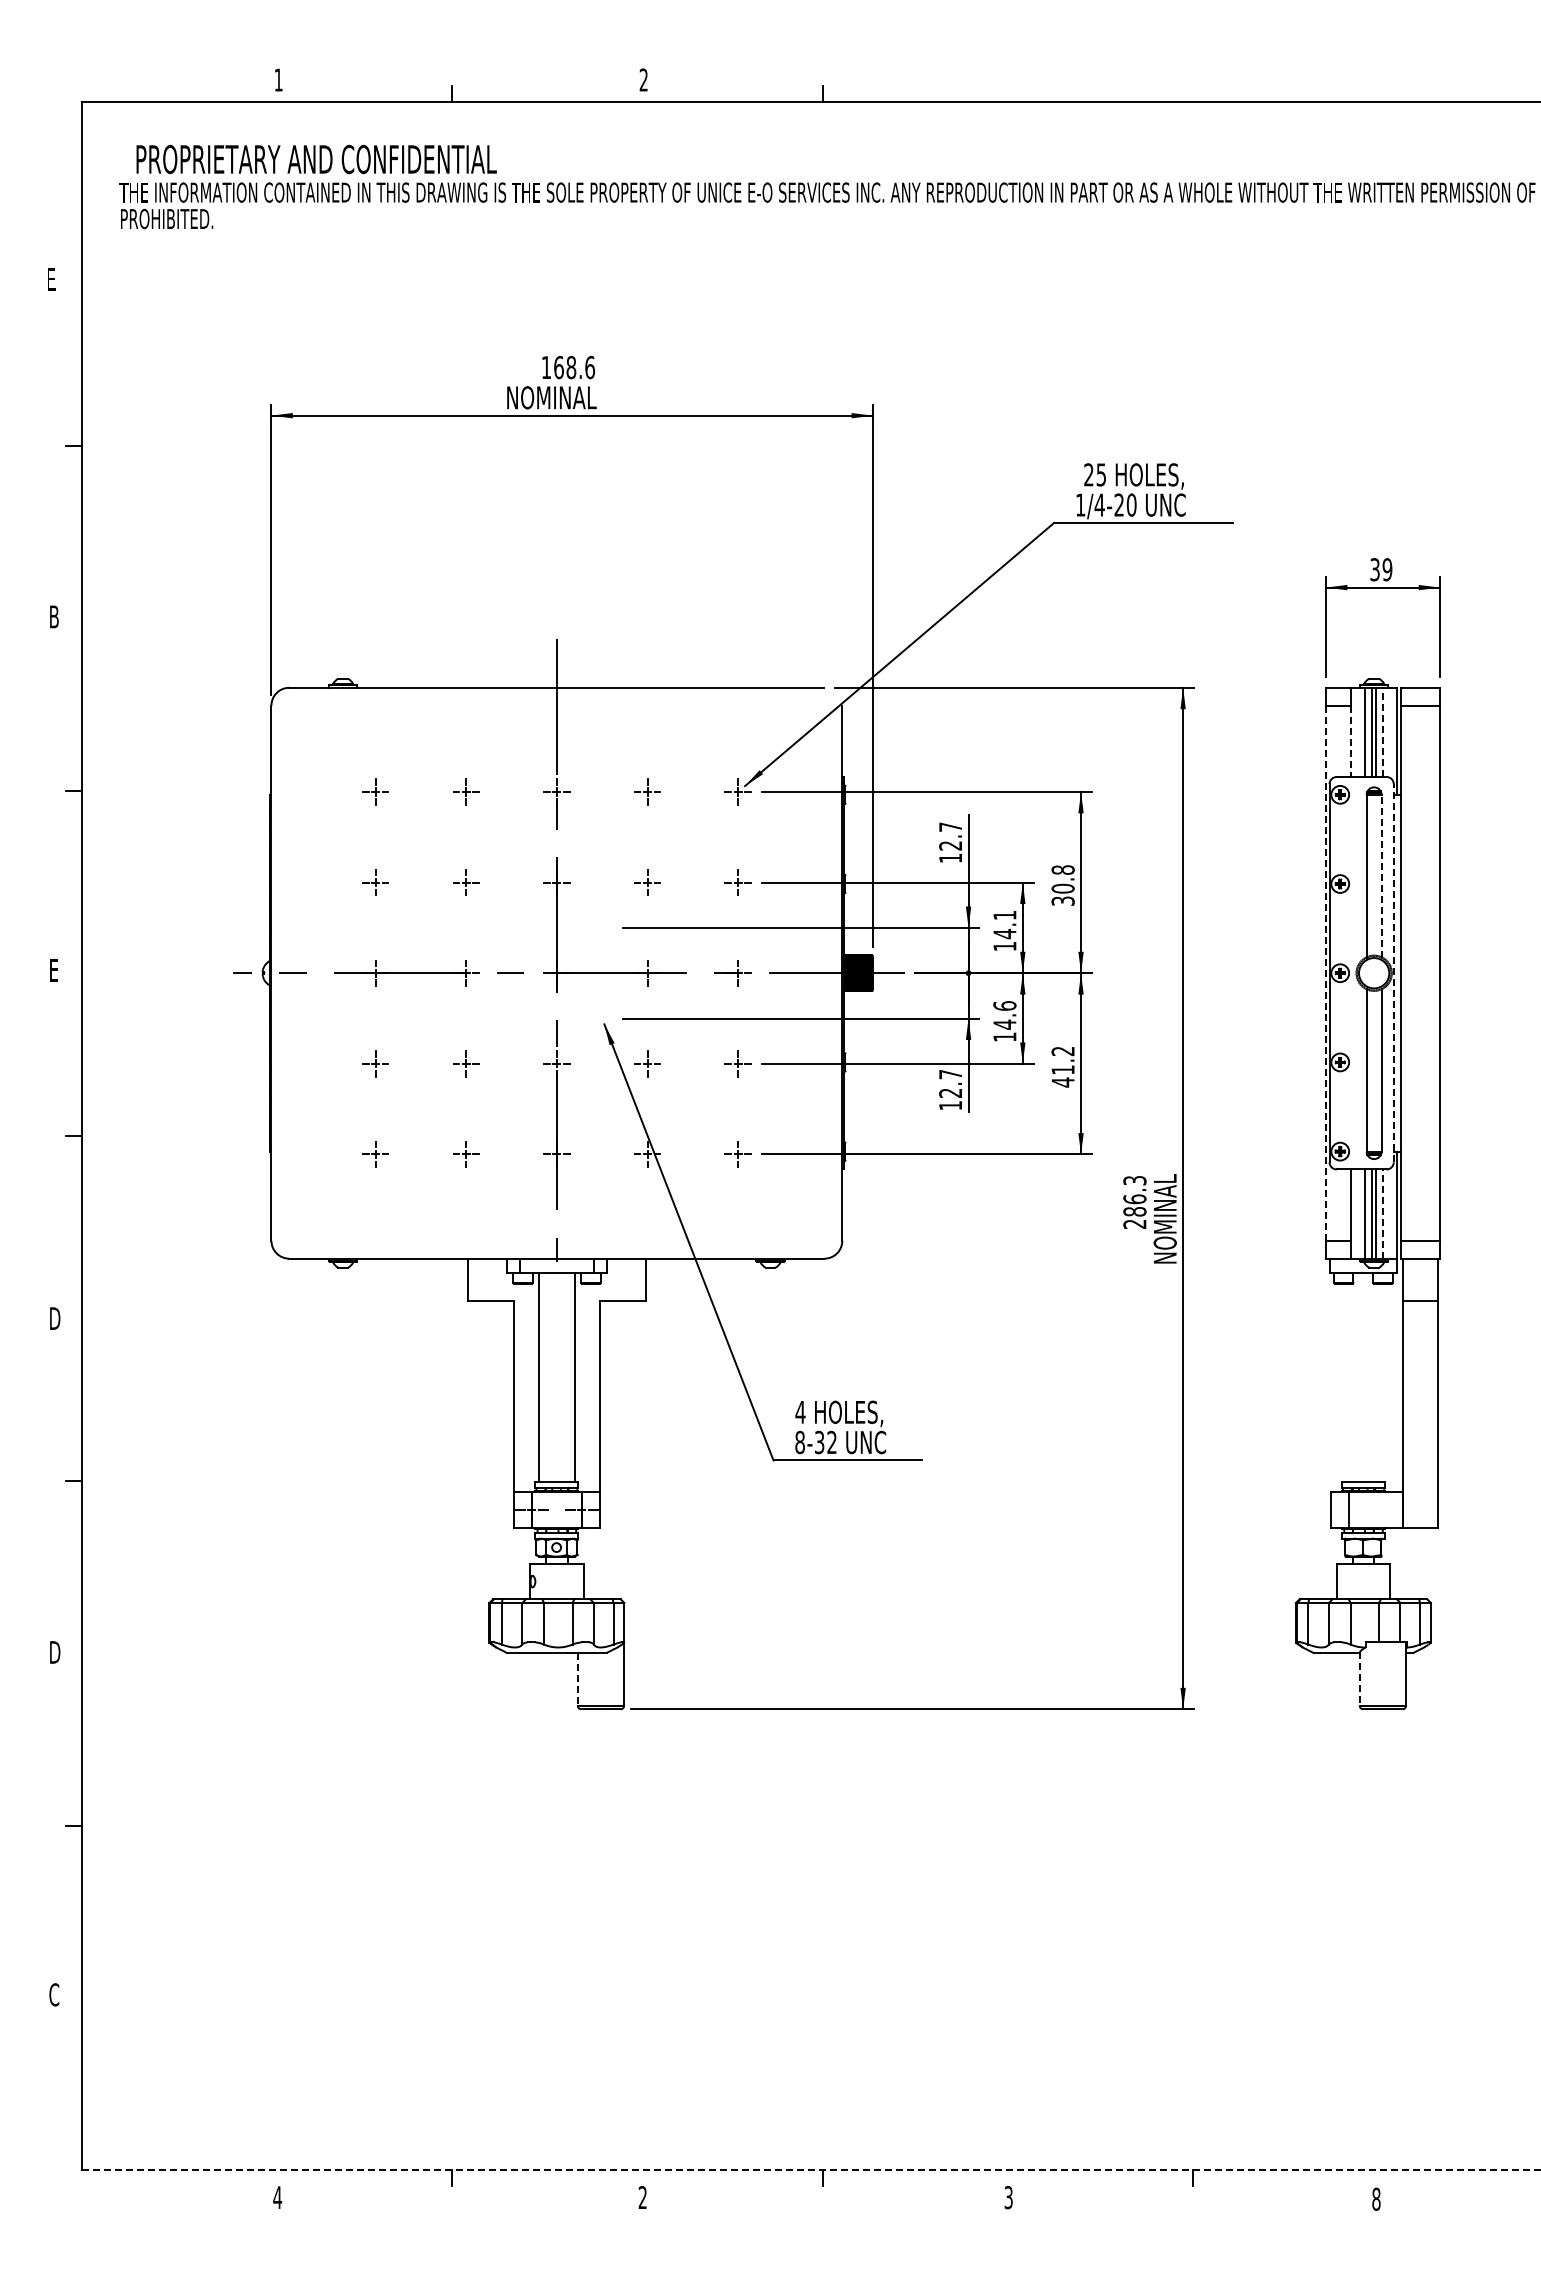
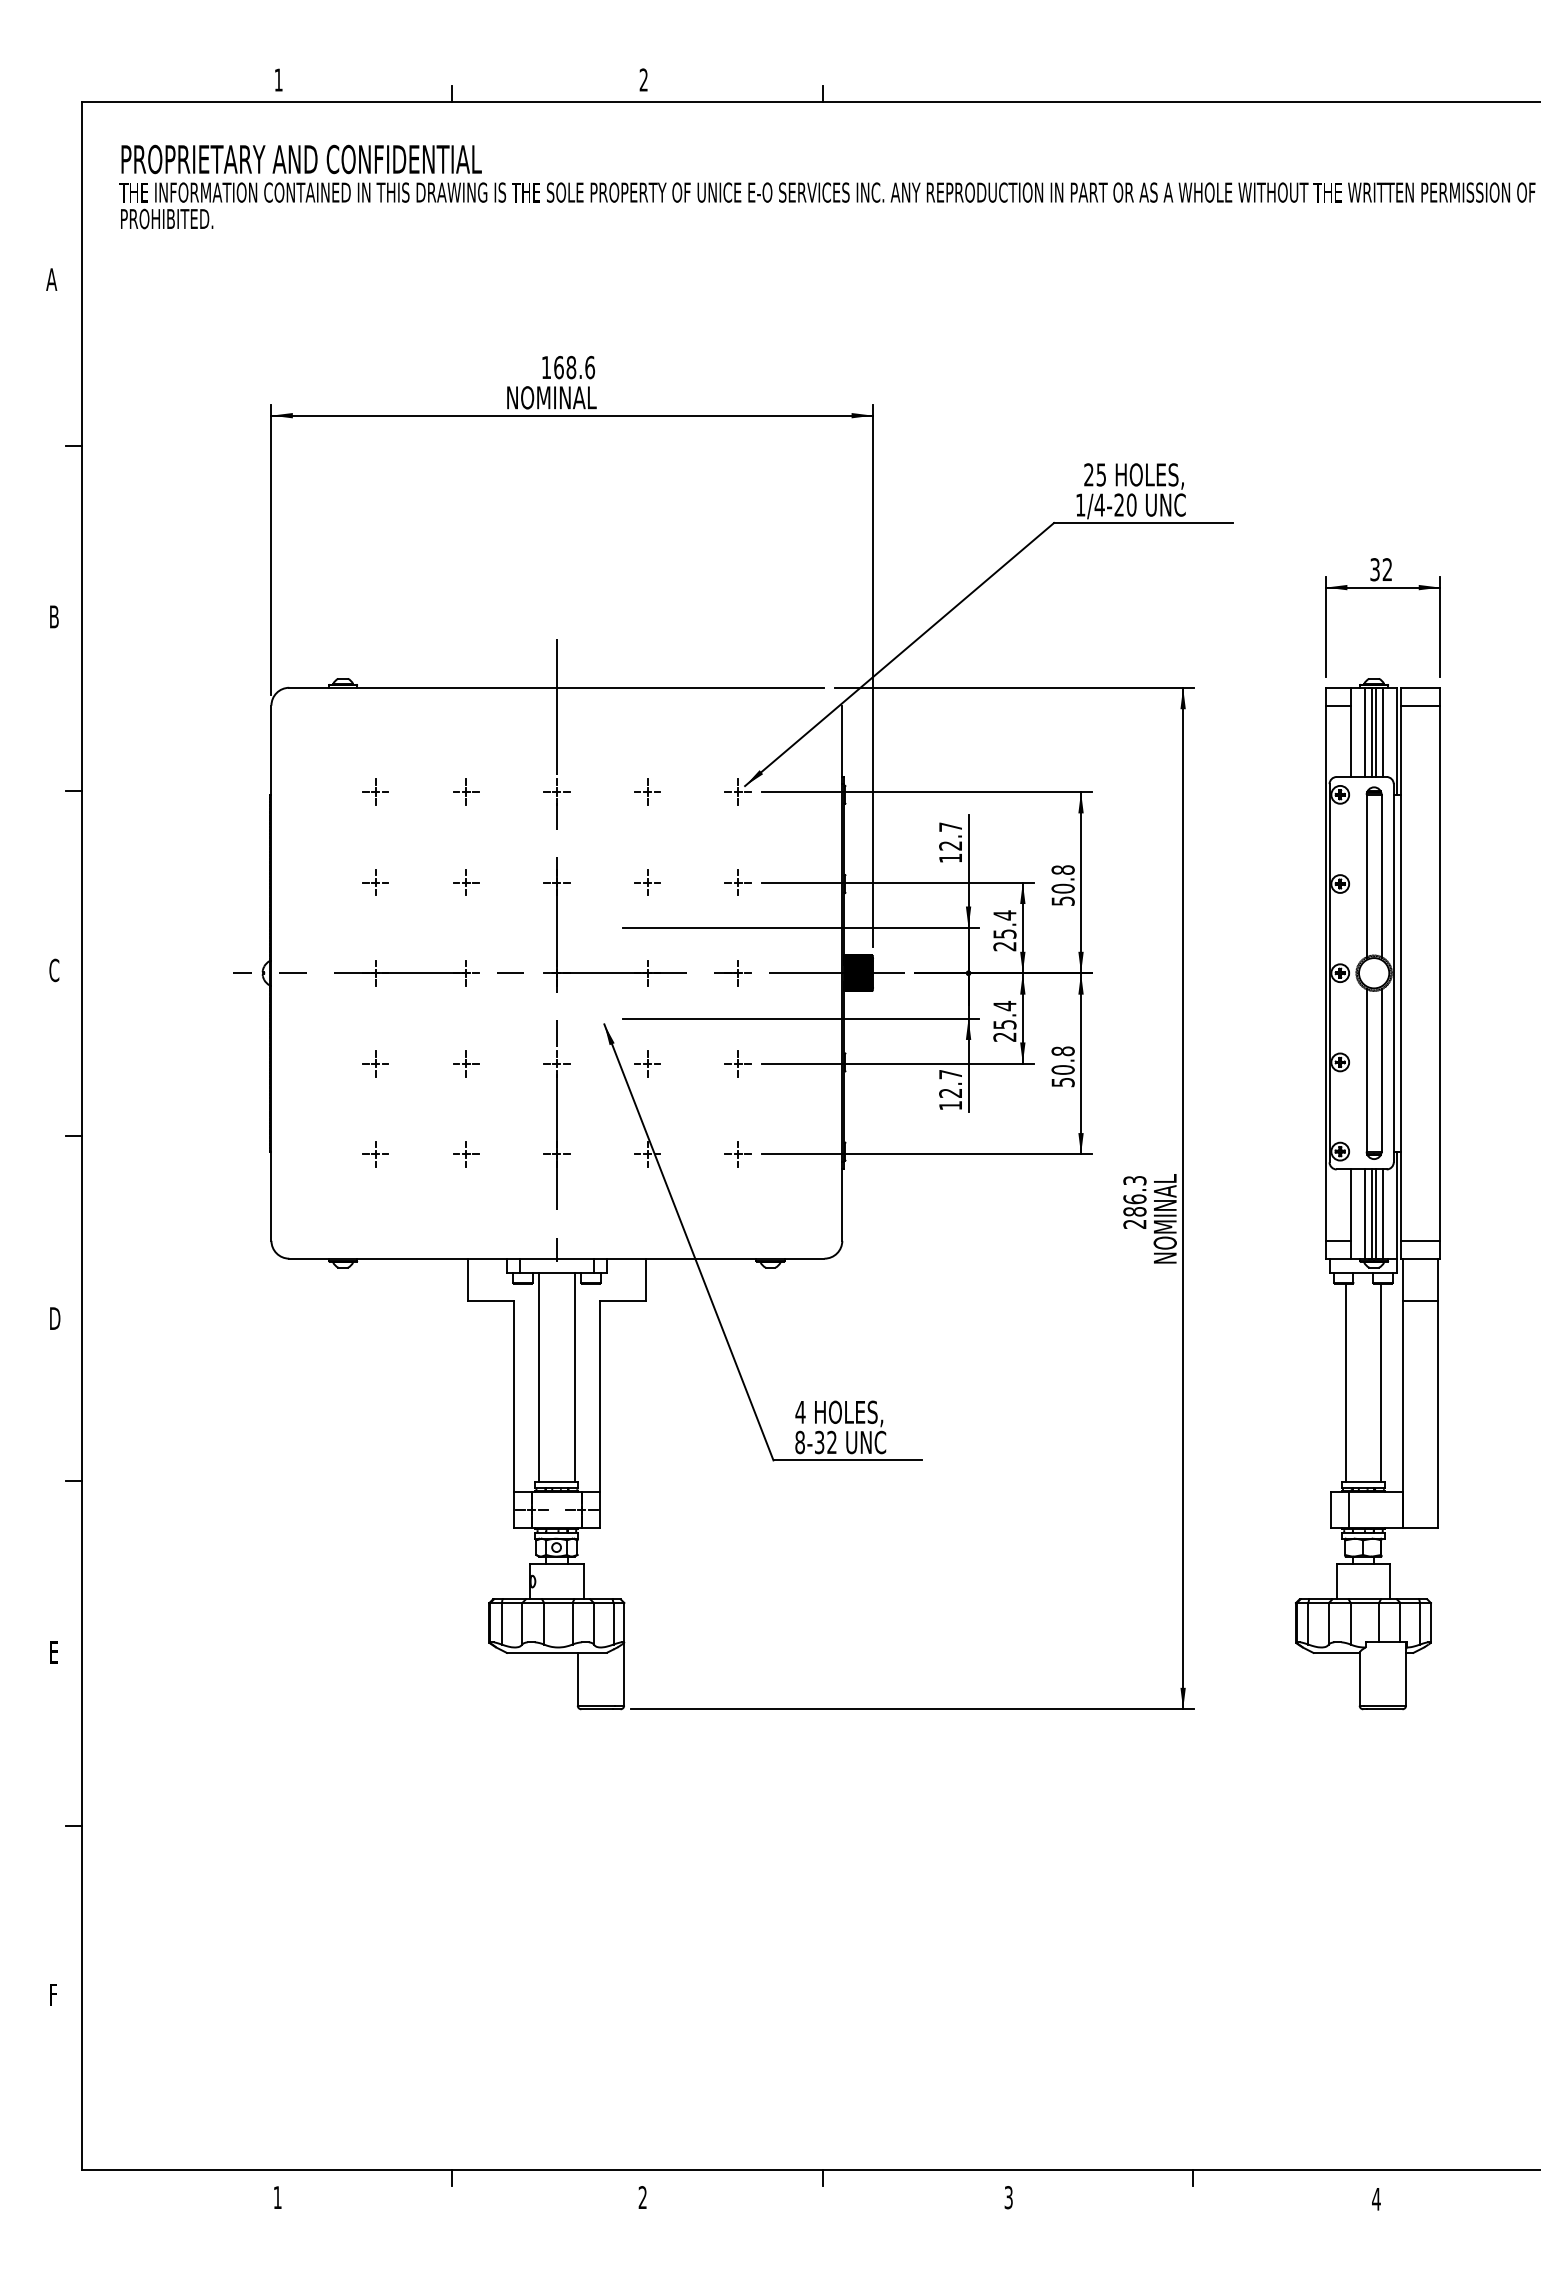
text at (316, 159) position: (316, 159) -> (301, 159)
text at (51, 279): E -> A
text at (1387, 569): 39 -> 32
line at (1383, 732): dashed -> solid
line at (1350, 741): dashed -> solid
line at (1381, 875): dashed -> solid
text at (1062, 900): 30.8 -> 50.8
text at (1004, 930): 14.1 -> 25.4
text at (54, 970): E -> C
line at (1393, 972): dashed -> solid
line at (1325, 973): dashed -> solid
text at (1004, 1020): 14.6 -> 25.4
text at (1062, 1066): 41.2 -> 50.8
line at (1383, 1214): dashed -> solid
line at (1345, 1382): none -> present
line at (1381, 1382): none -> present
text at (55, 1652): D -> E
line at (577, 1679): dashed -> solid
line at (1359, 1679): dashed -> solid
text at (54, 1994): C -> F
line at (811, 2170): dashed -> solid
text at (277, 2197): 4 -> 1
text at (1376, 2198): 8 -> 4
